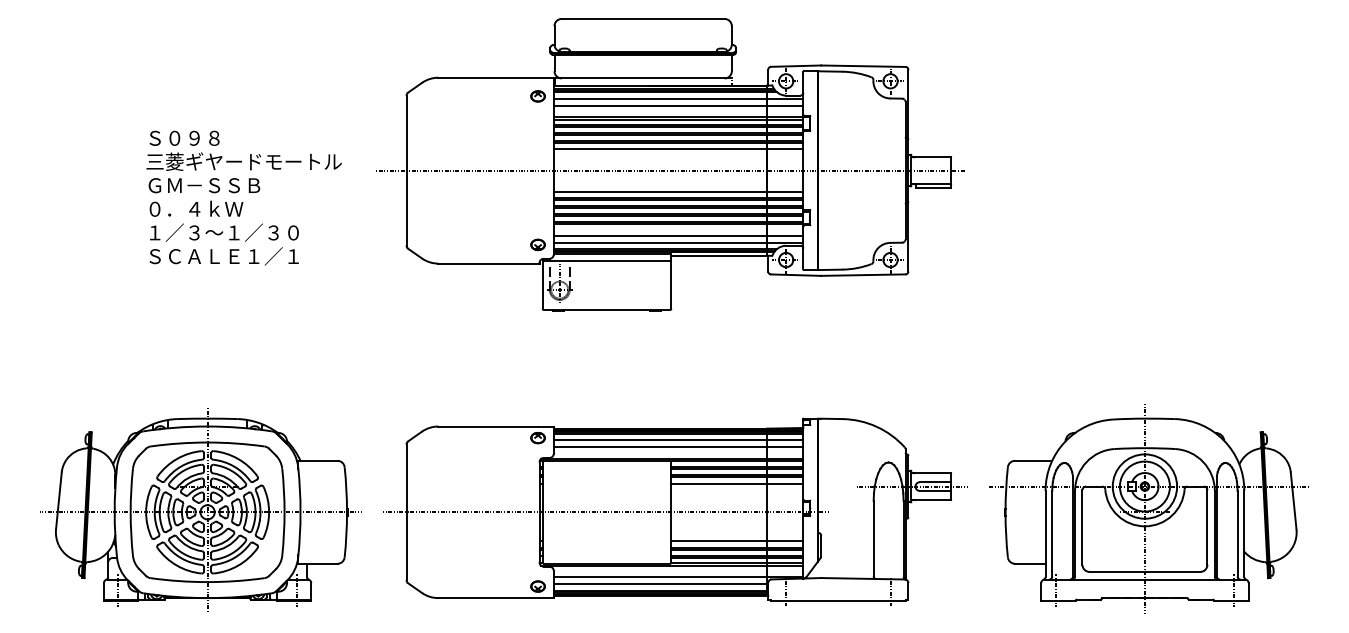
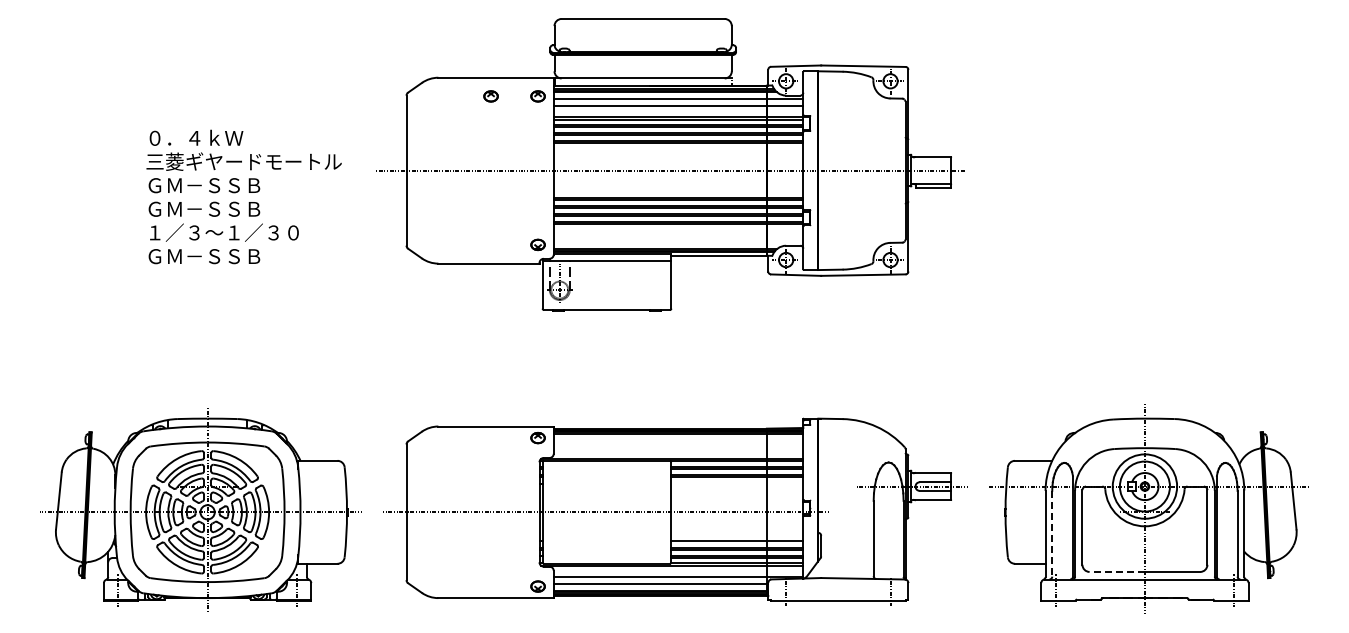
part at (490, 96): none -> present
text at (196, 137): Ｓ０９８ -> ０．４ｋＷ
line at (678, 149): present -> none
line at (678, 192): present -> none
text at (204, 208): ０．４ｋＷ -> ＧＭ－ＳＳＢ
line at (678, 235): present -> none
line at (678, 242): present -> none
text at (223, 256): ＳＣＡＬＥ１／１ -> ＧＭ－ＳＳＢ
line at (678, 440): present -> none
line at (678, 447): present -> none
line at (737, 483): present -> none
line at (1052, 533): solid -> dashed
line at (1117, 571): solid -> dashed
